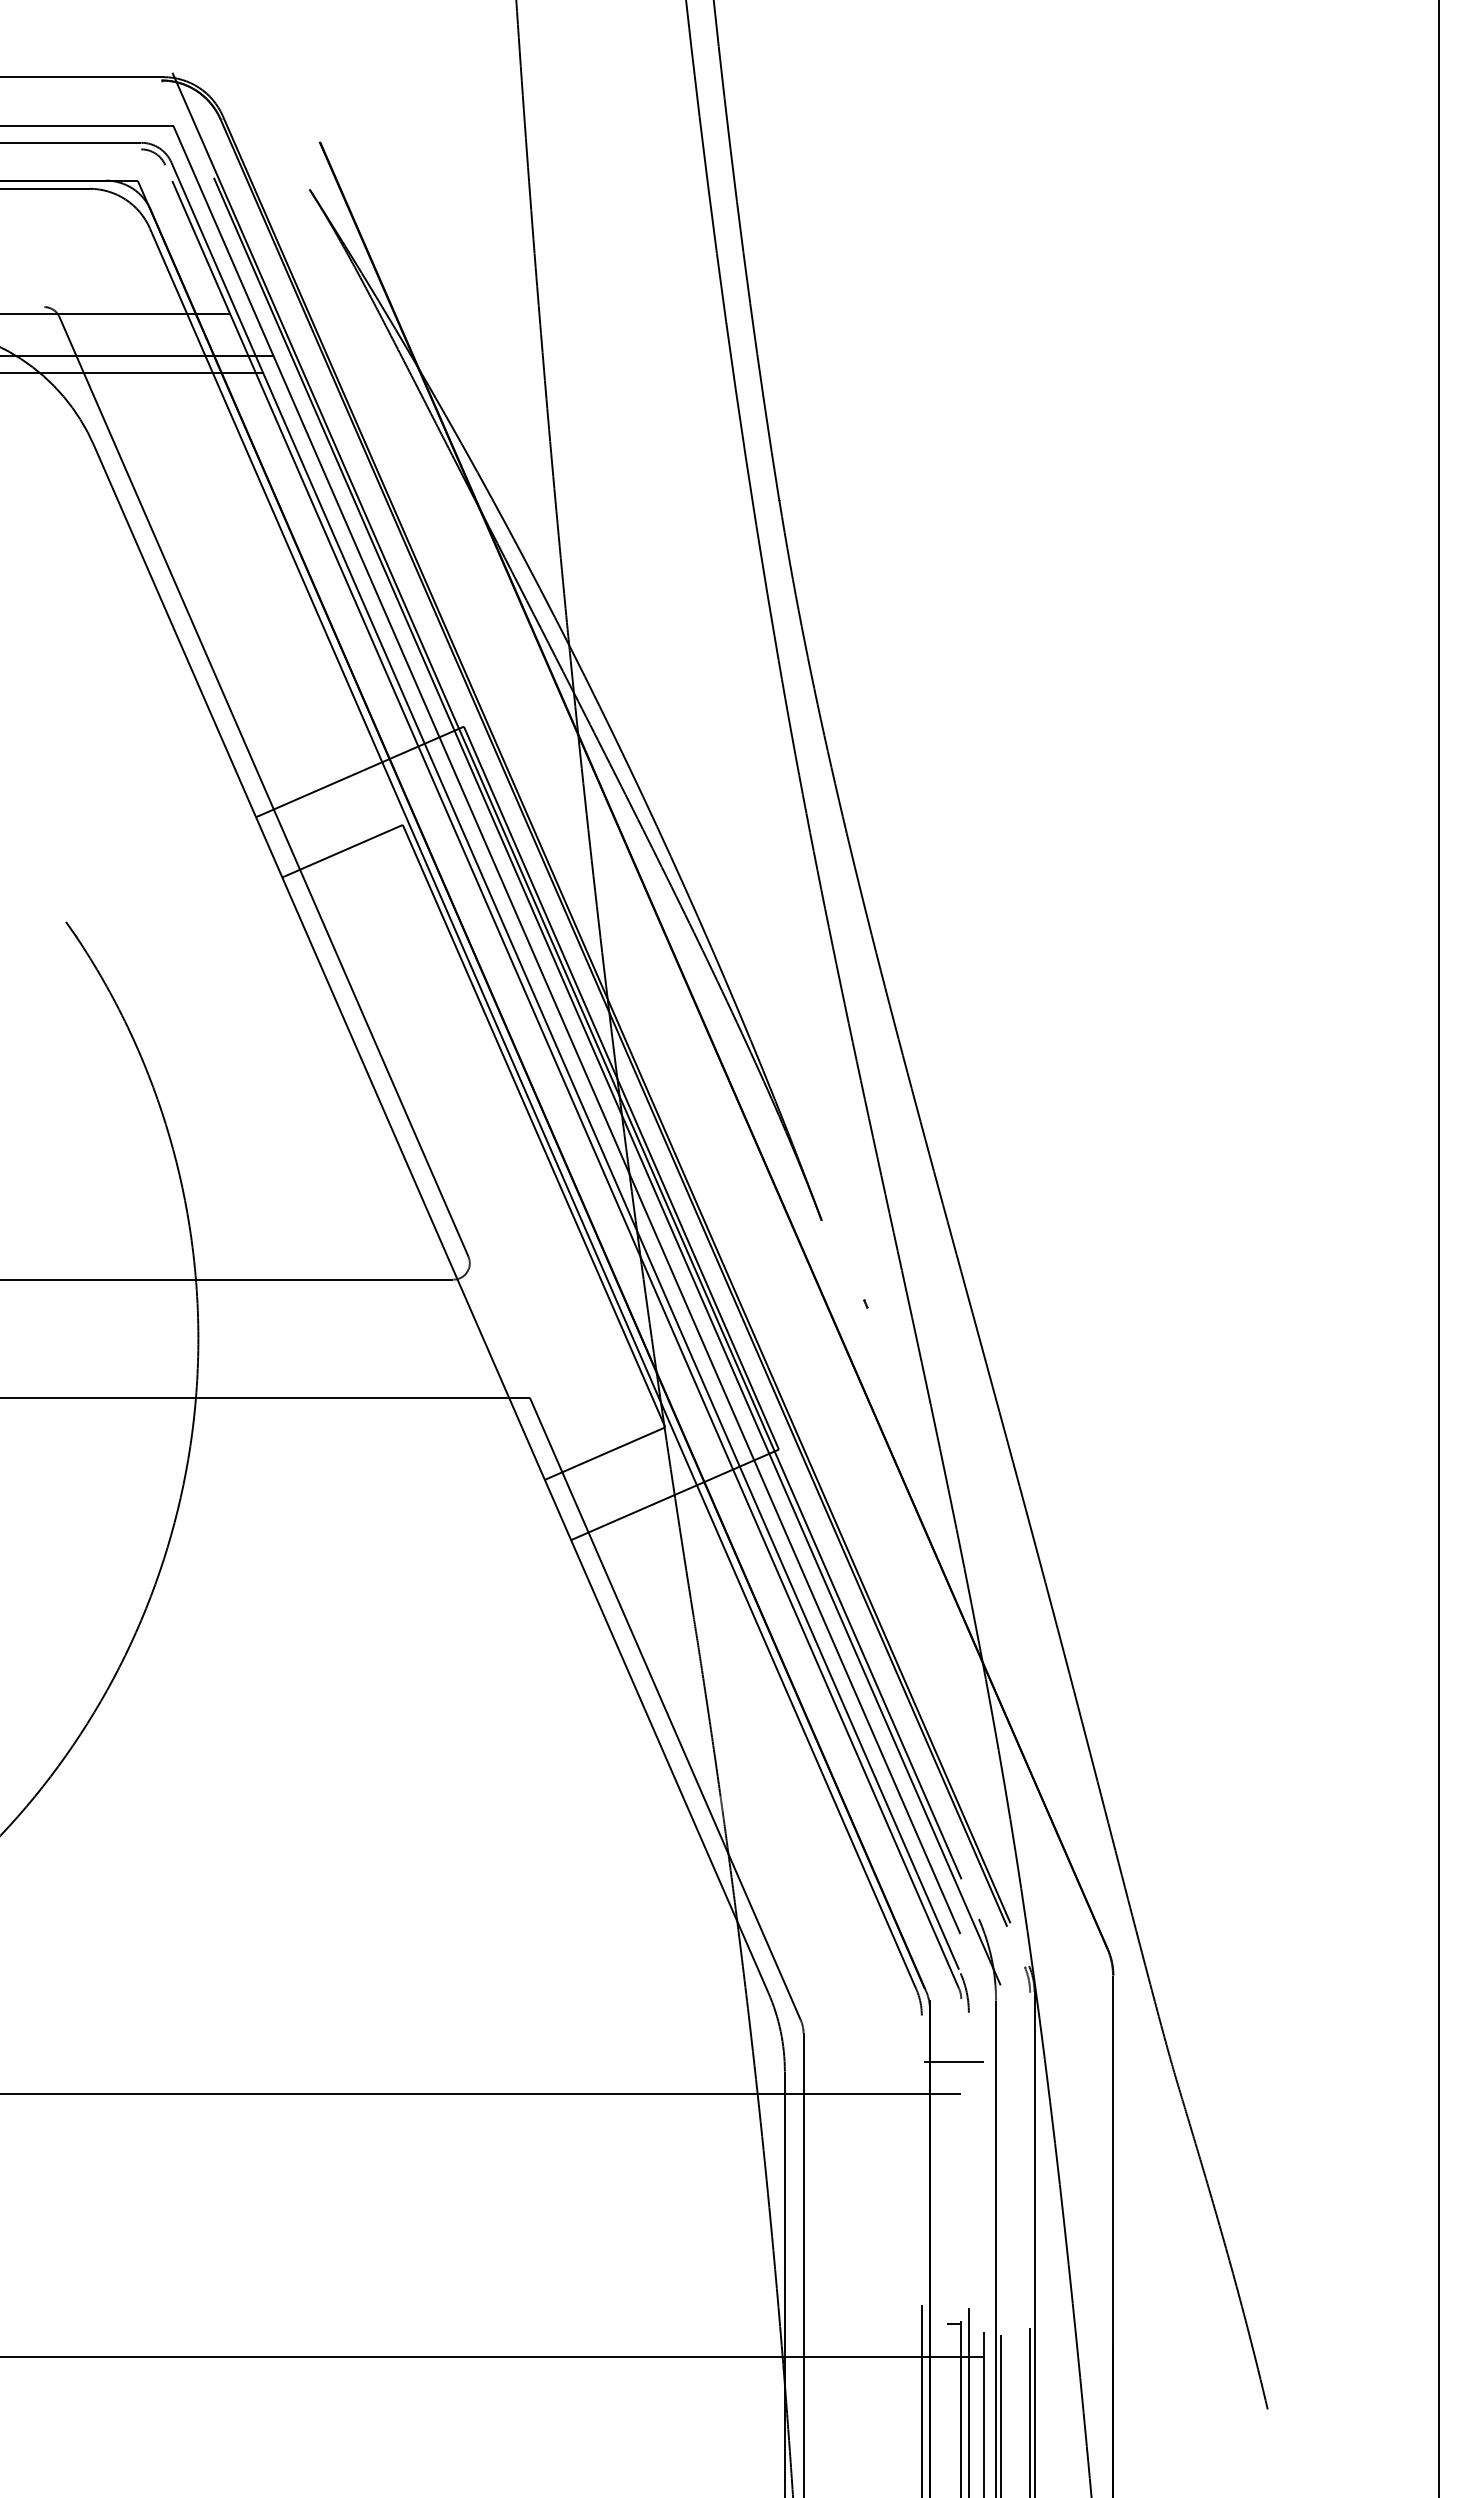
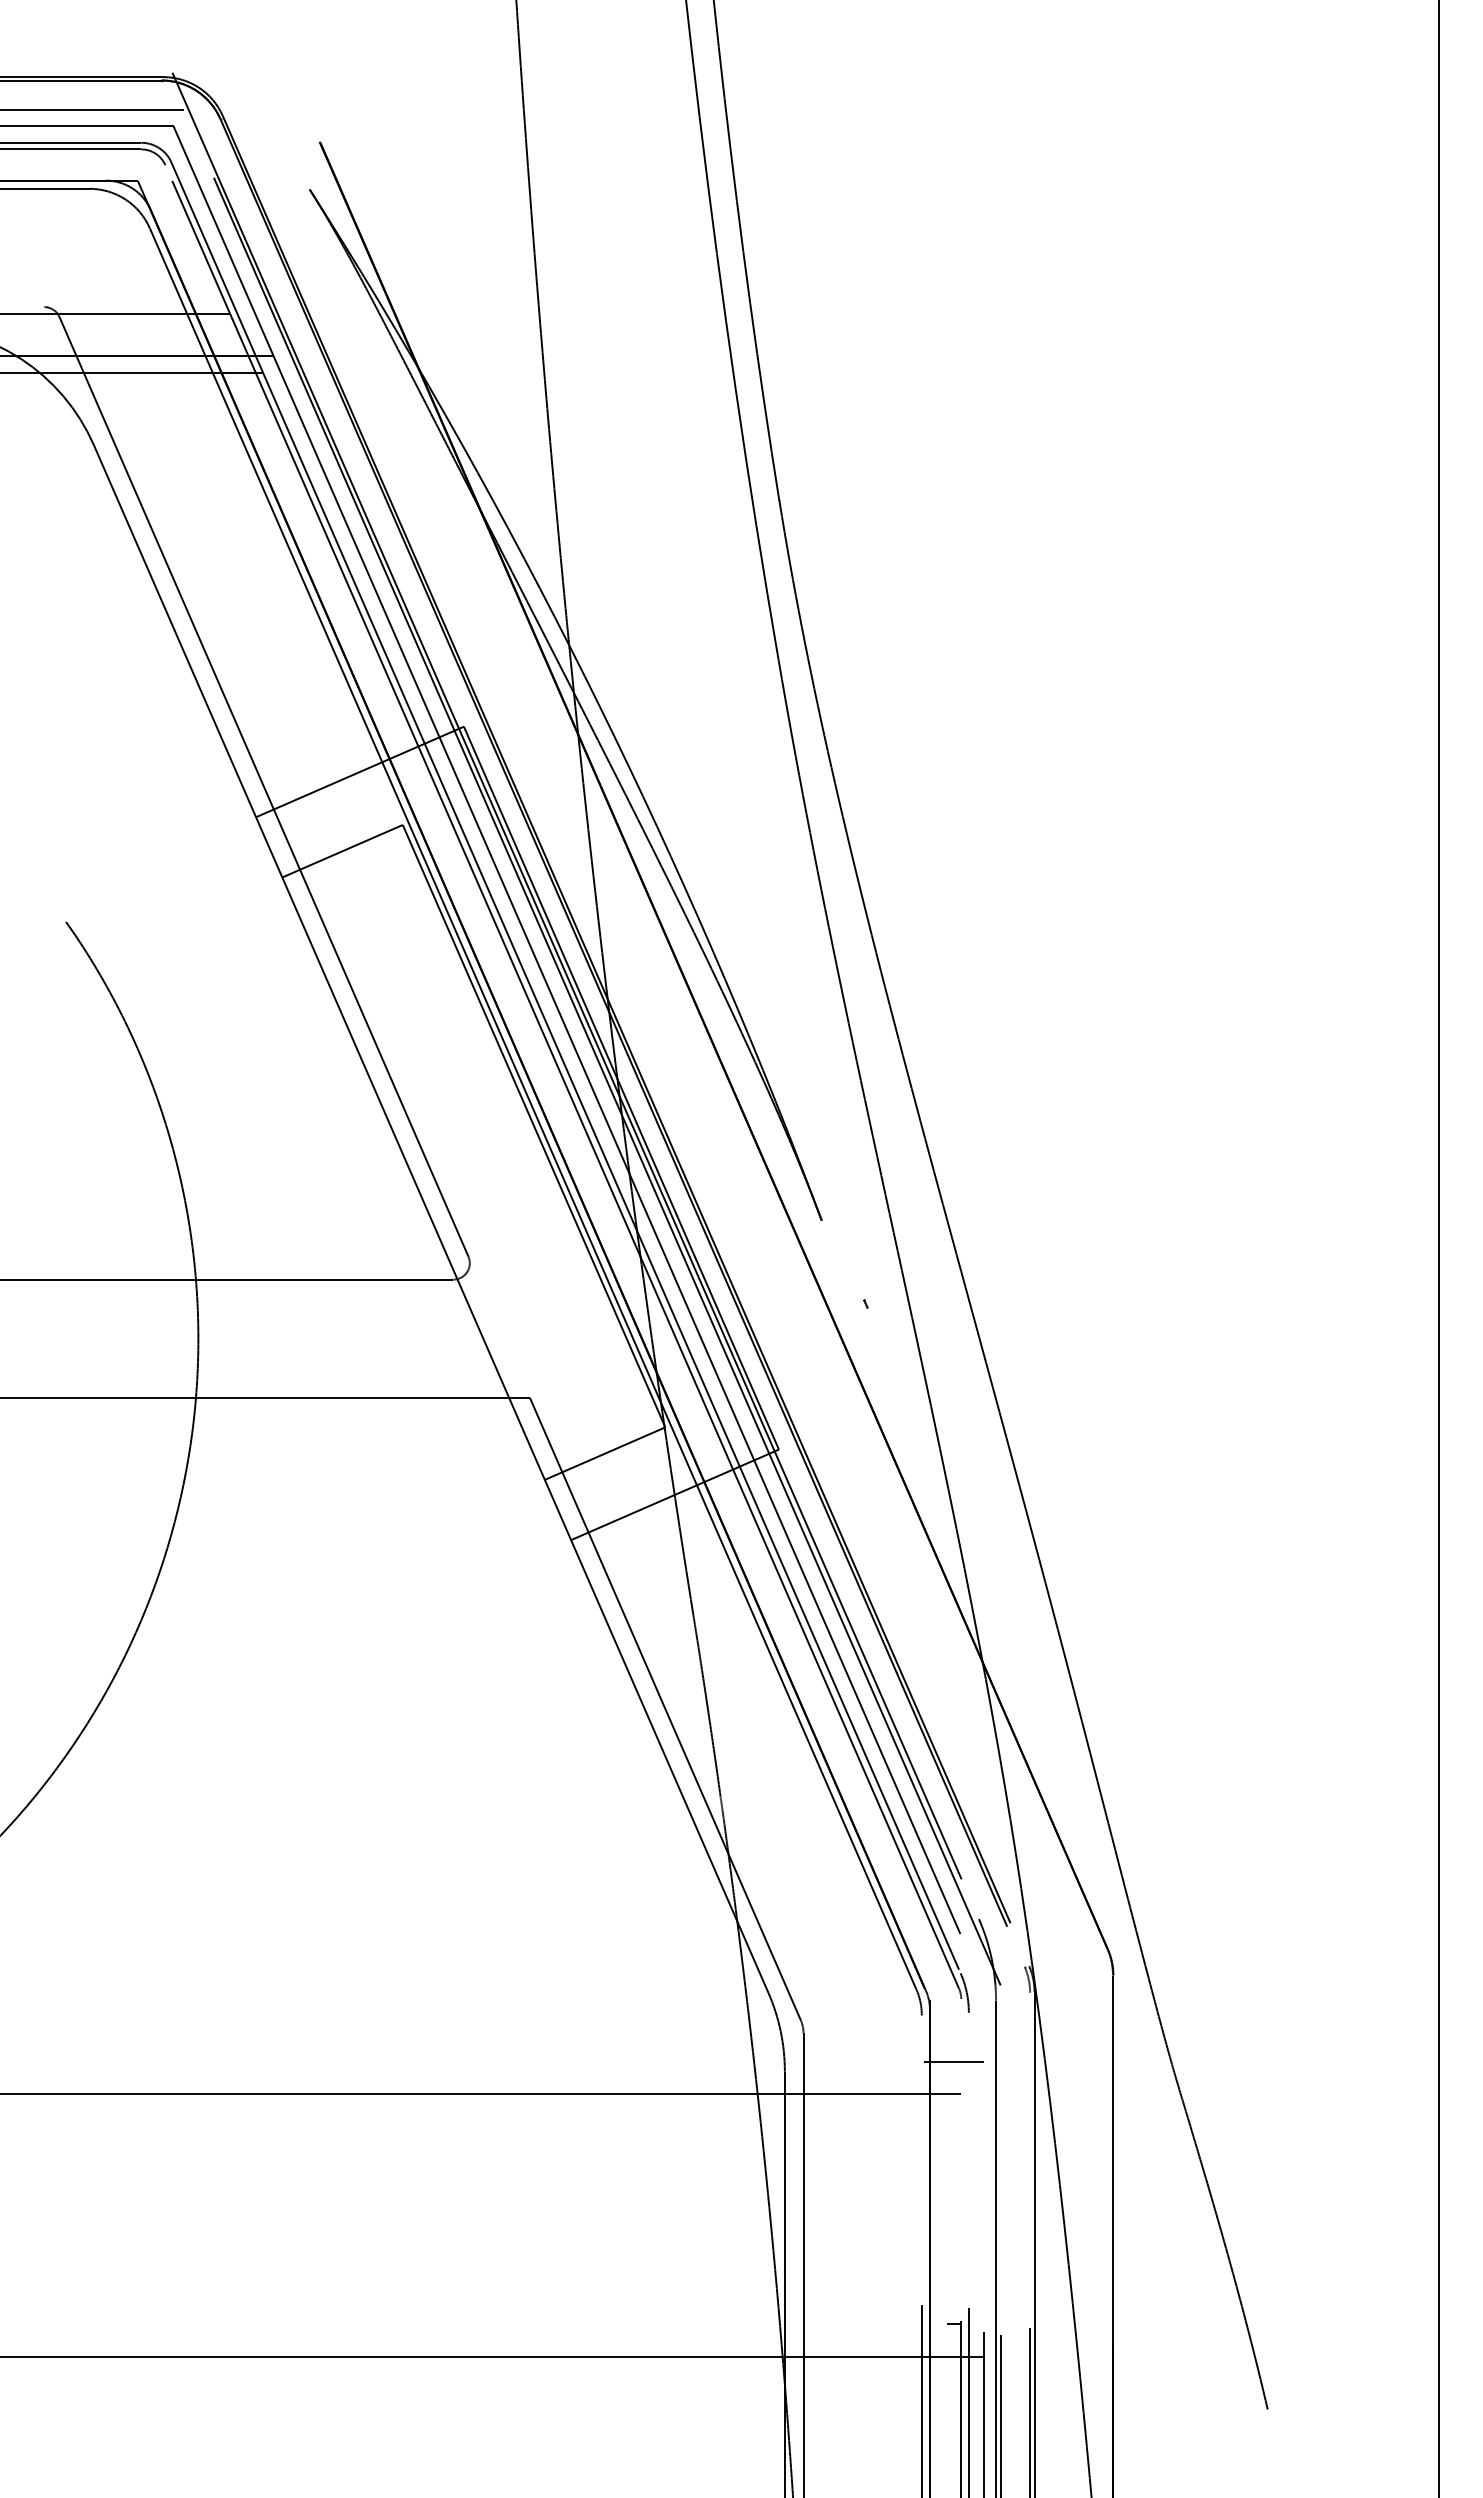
line at (81, 80): none -> present
line at (93, 109): none -> present
line at (71, 149): none -> present
